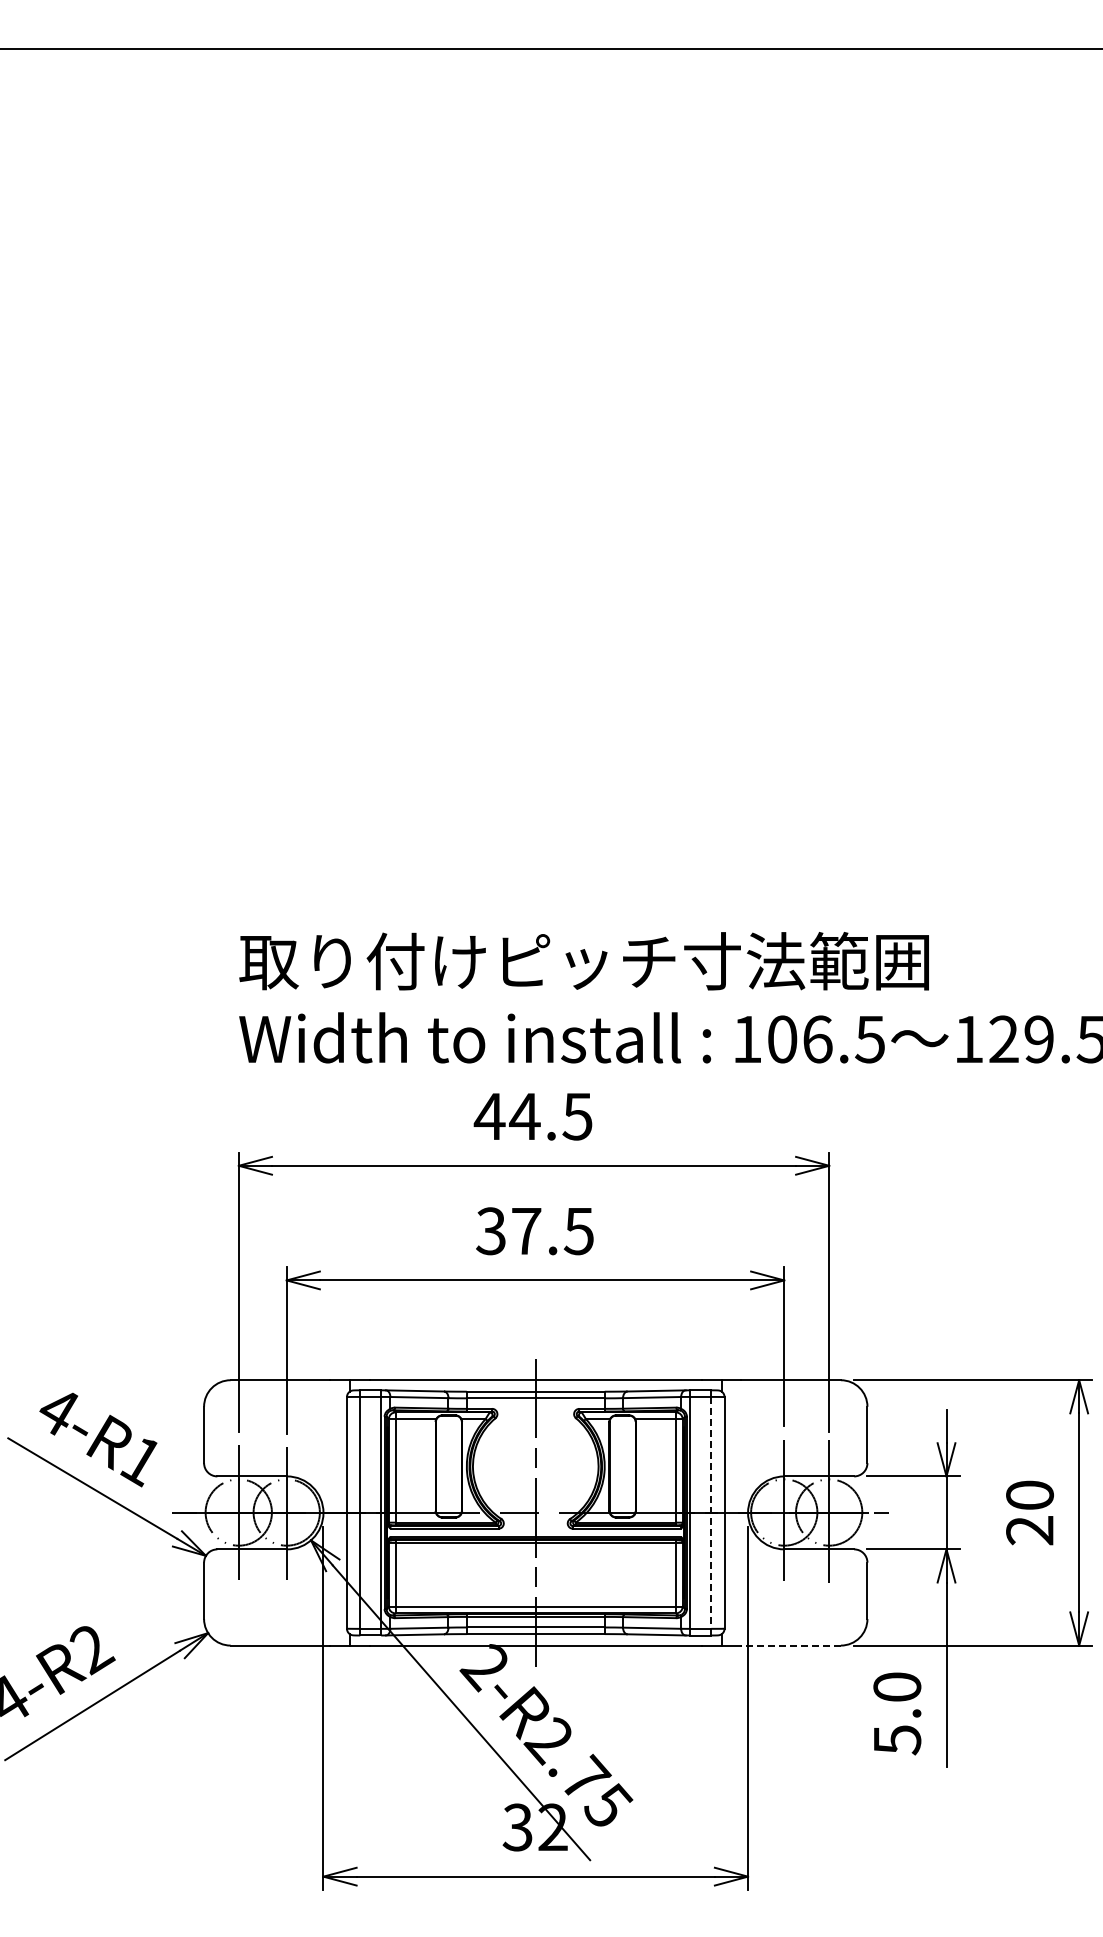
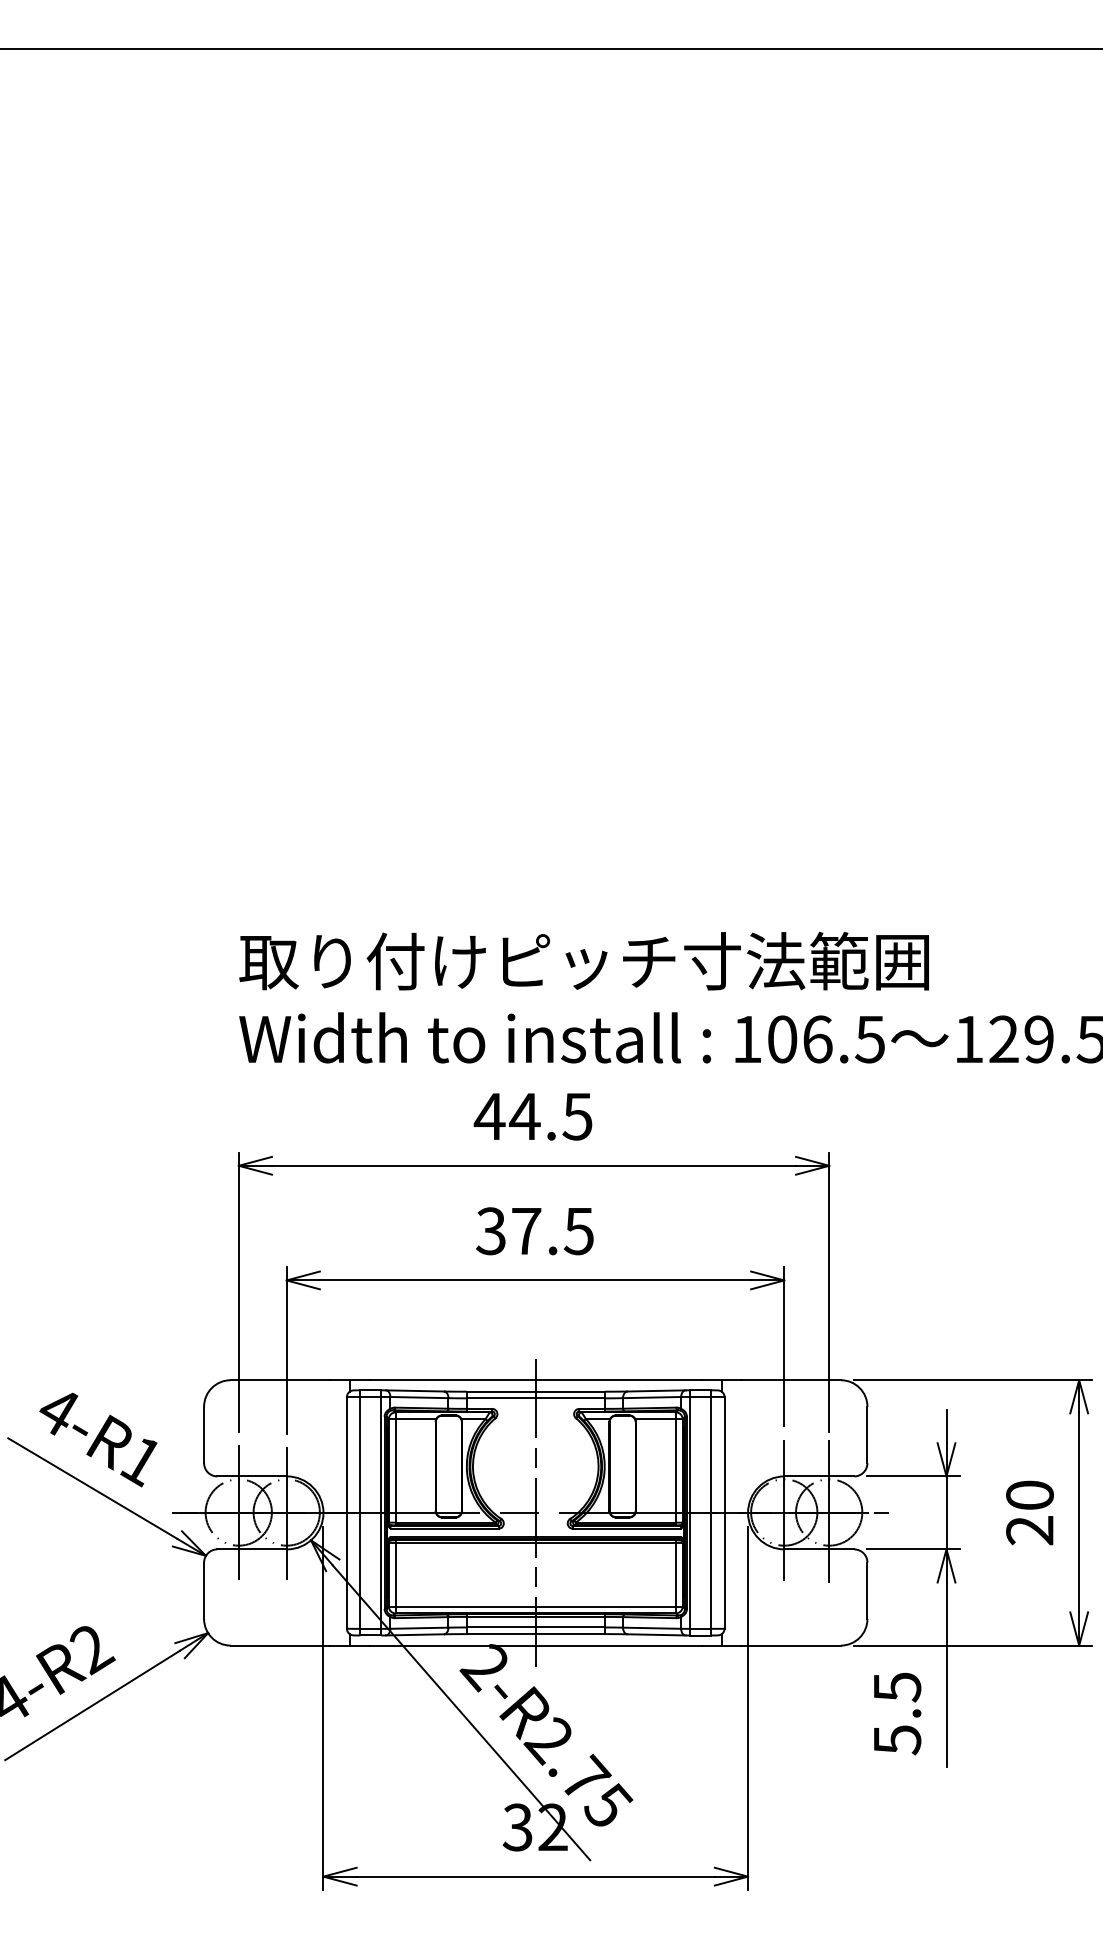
line at (711, 1512): dashed -> solid
line at (791, 1645): dashed -> solid
text at (897, 1687): 5.0 -> 5.5
